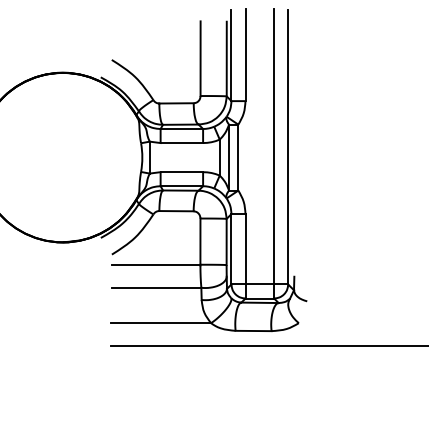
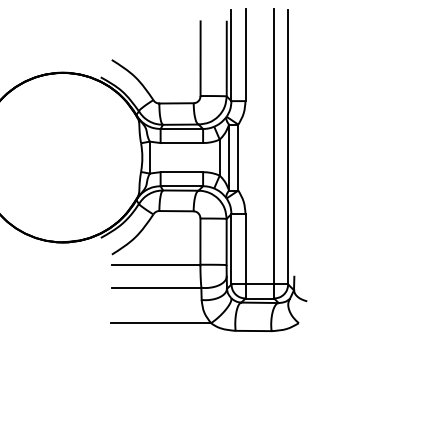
line at (267, 345): present -> none
